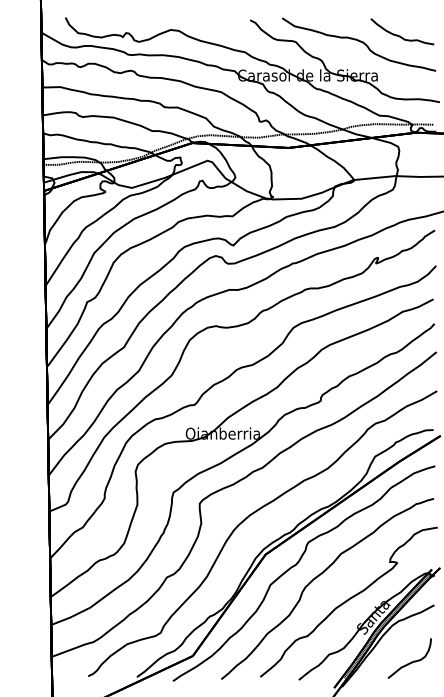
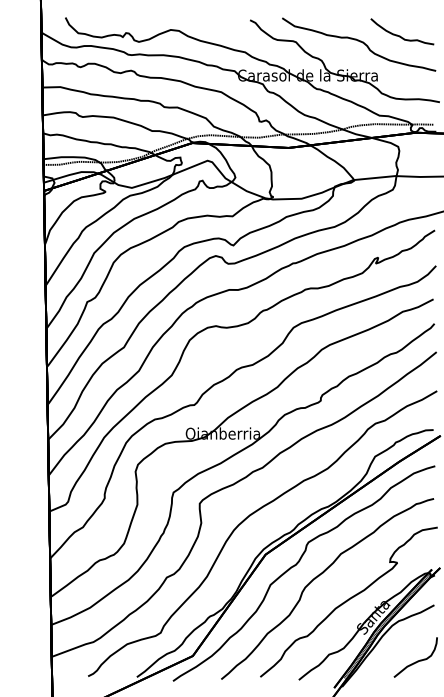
part at (409, 658) position: (409, 658) -> (415, 657)
